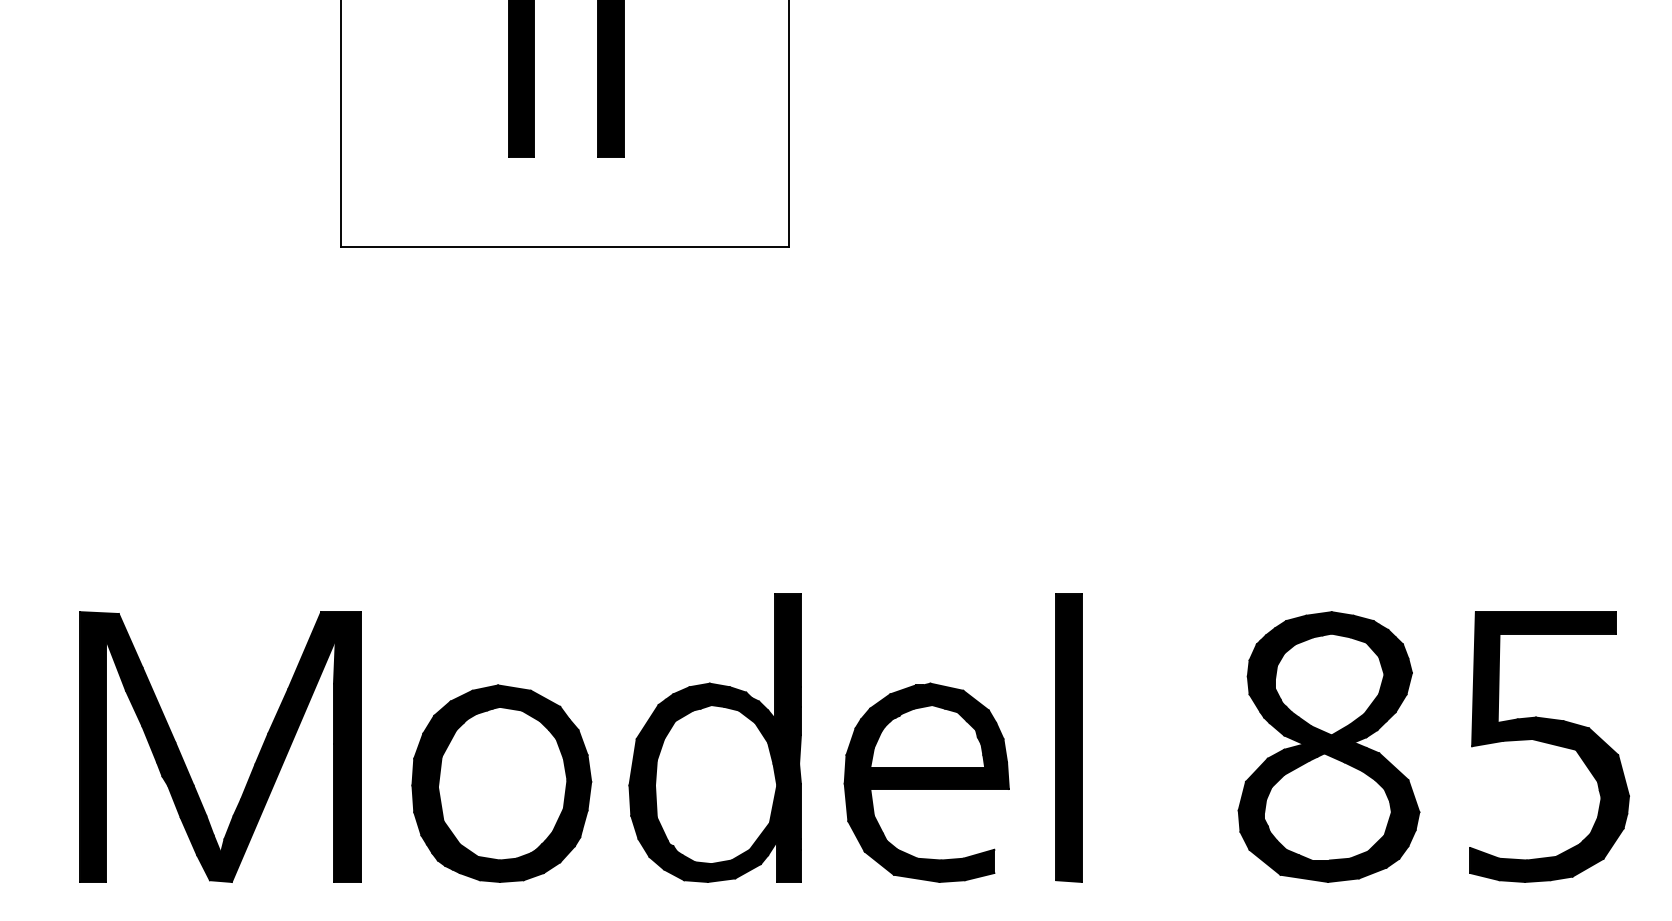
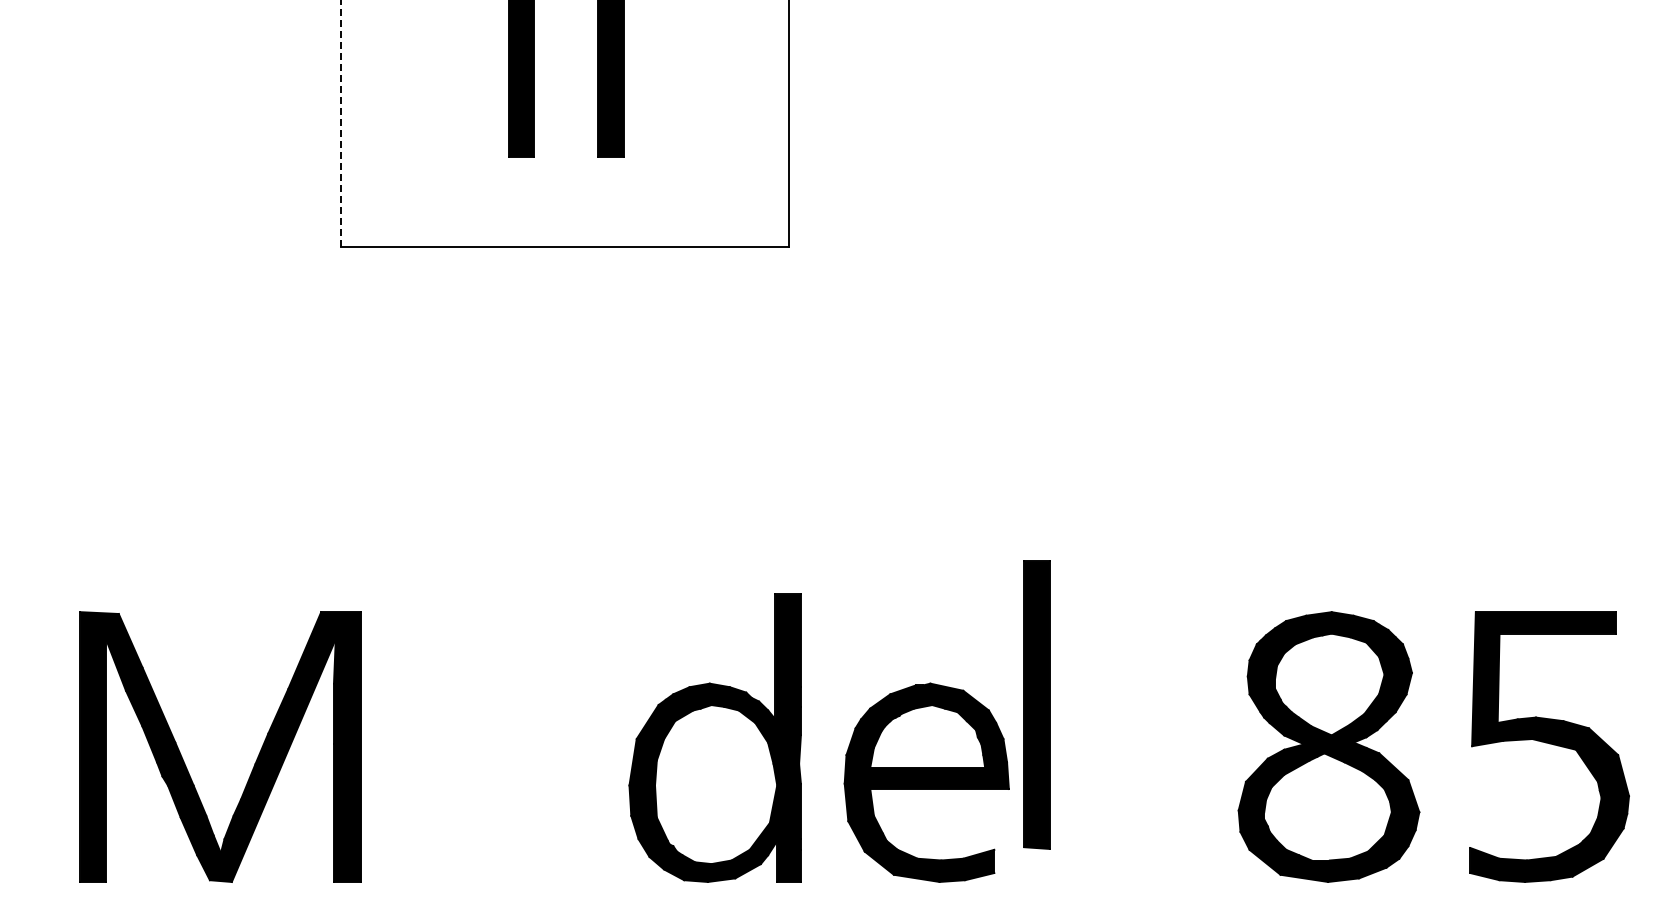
line at (341, 123): solid -> dashed
part at (1068, 737) position: (1068, 737) -> (1036, 704)
part at (501, 783): present -> none
